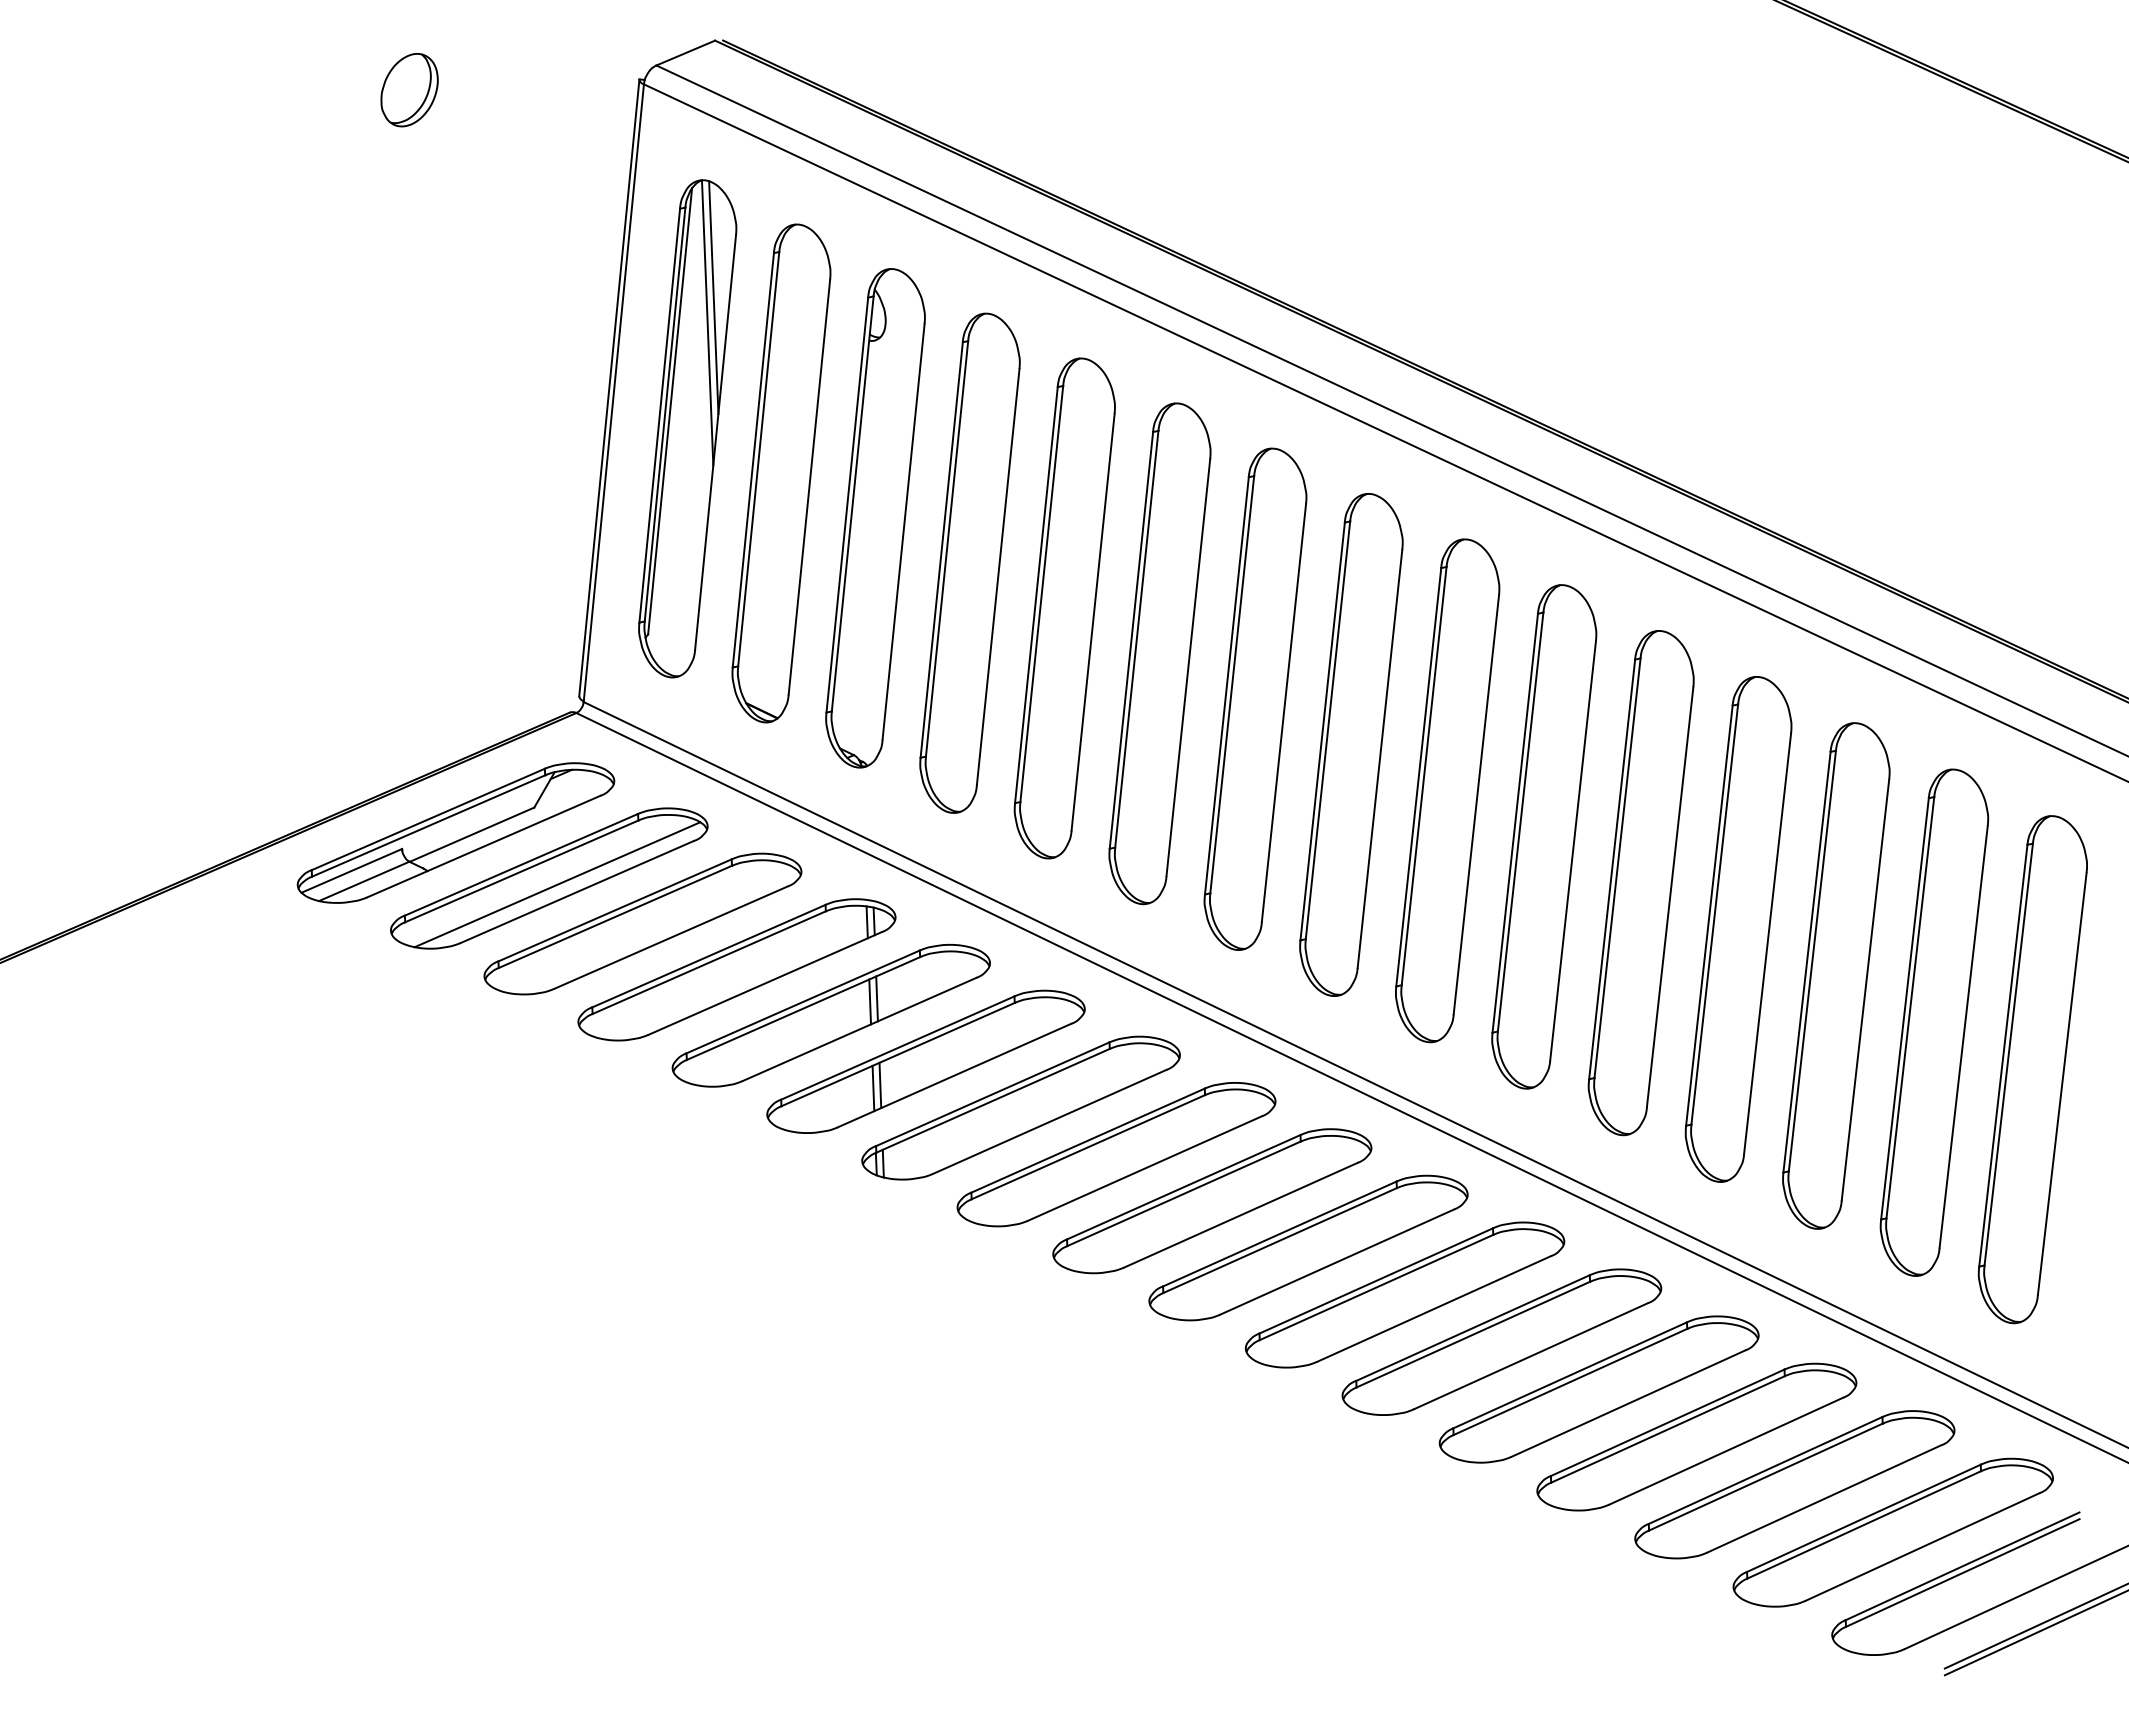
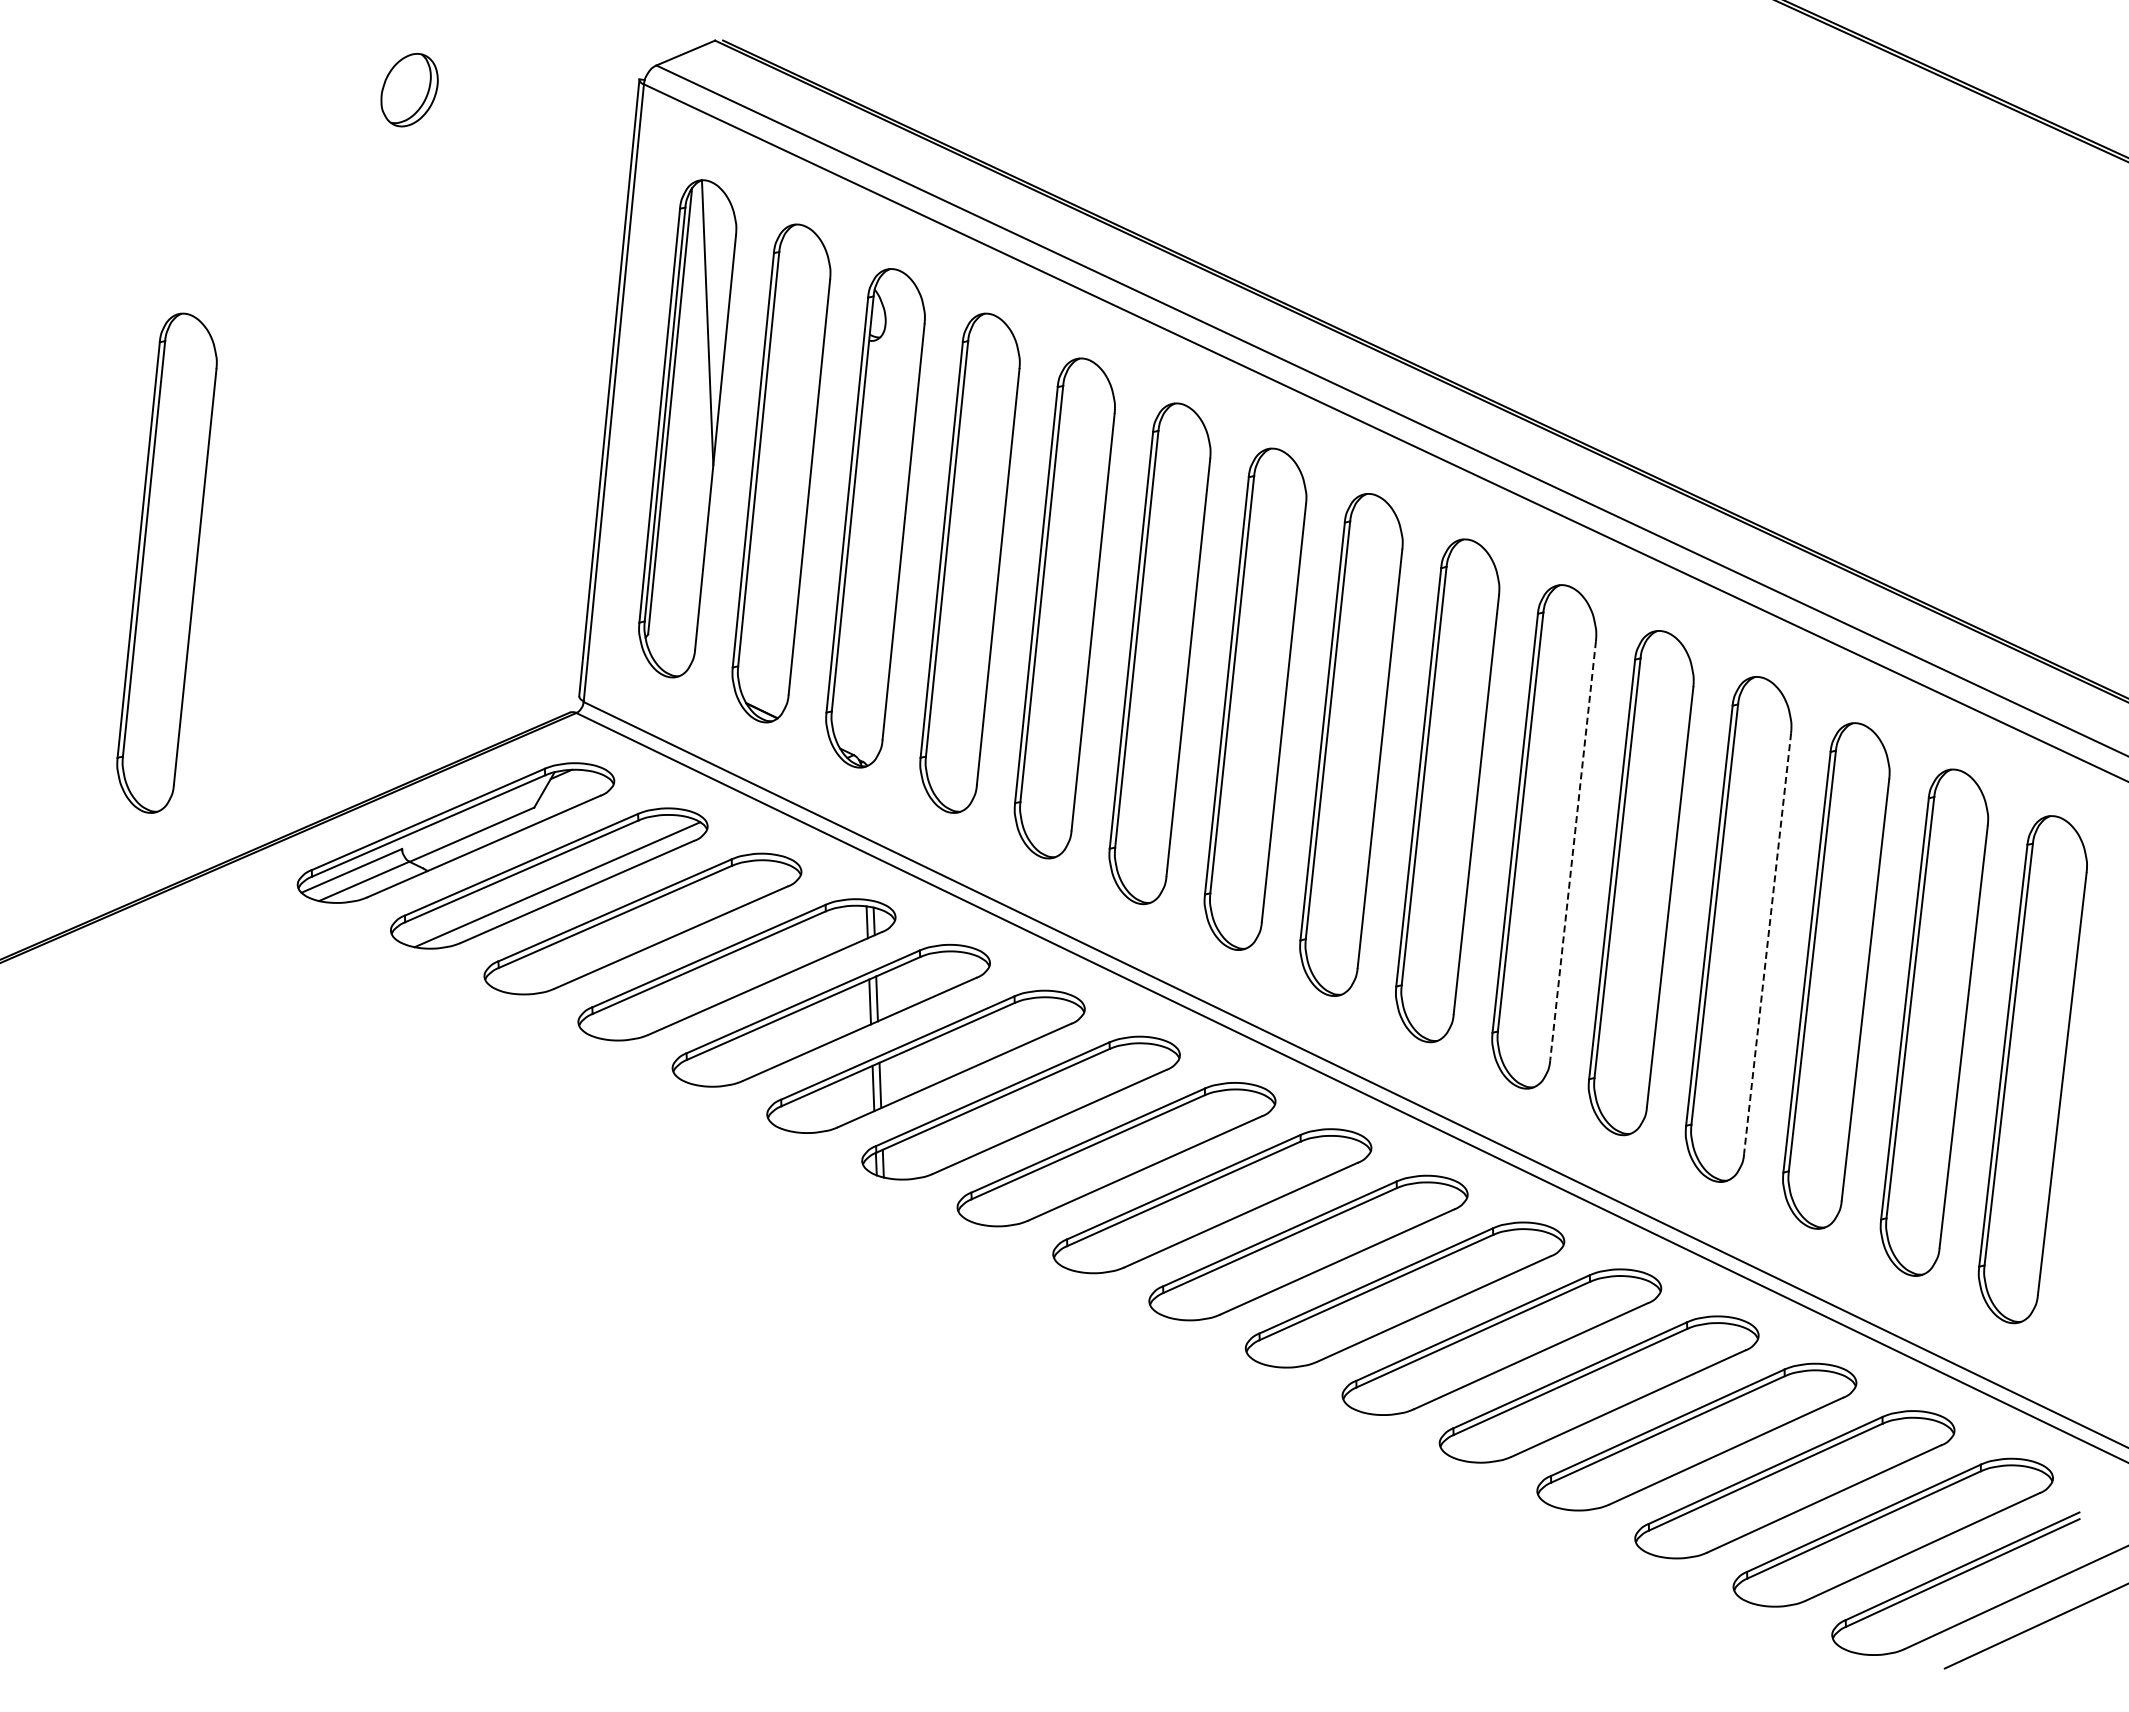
line at (713, 297): present -> none
part at (166, 562): none -> present
line at (1573, 850): solid -> dashed
line at (1767, 943): solid -> dashed
line at (2034, 1633): present -> none
